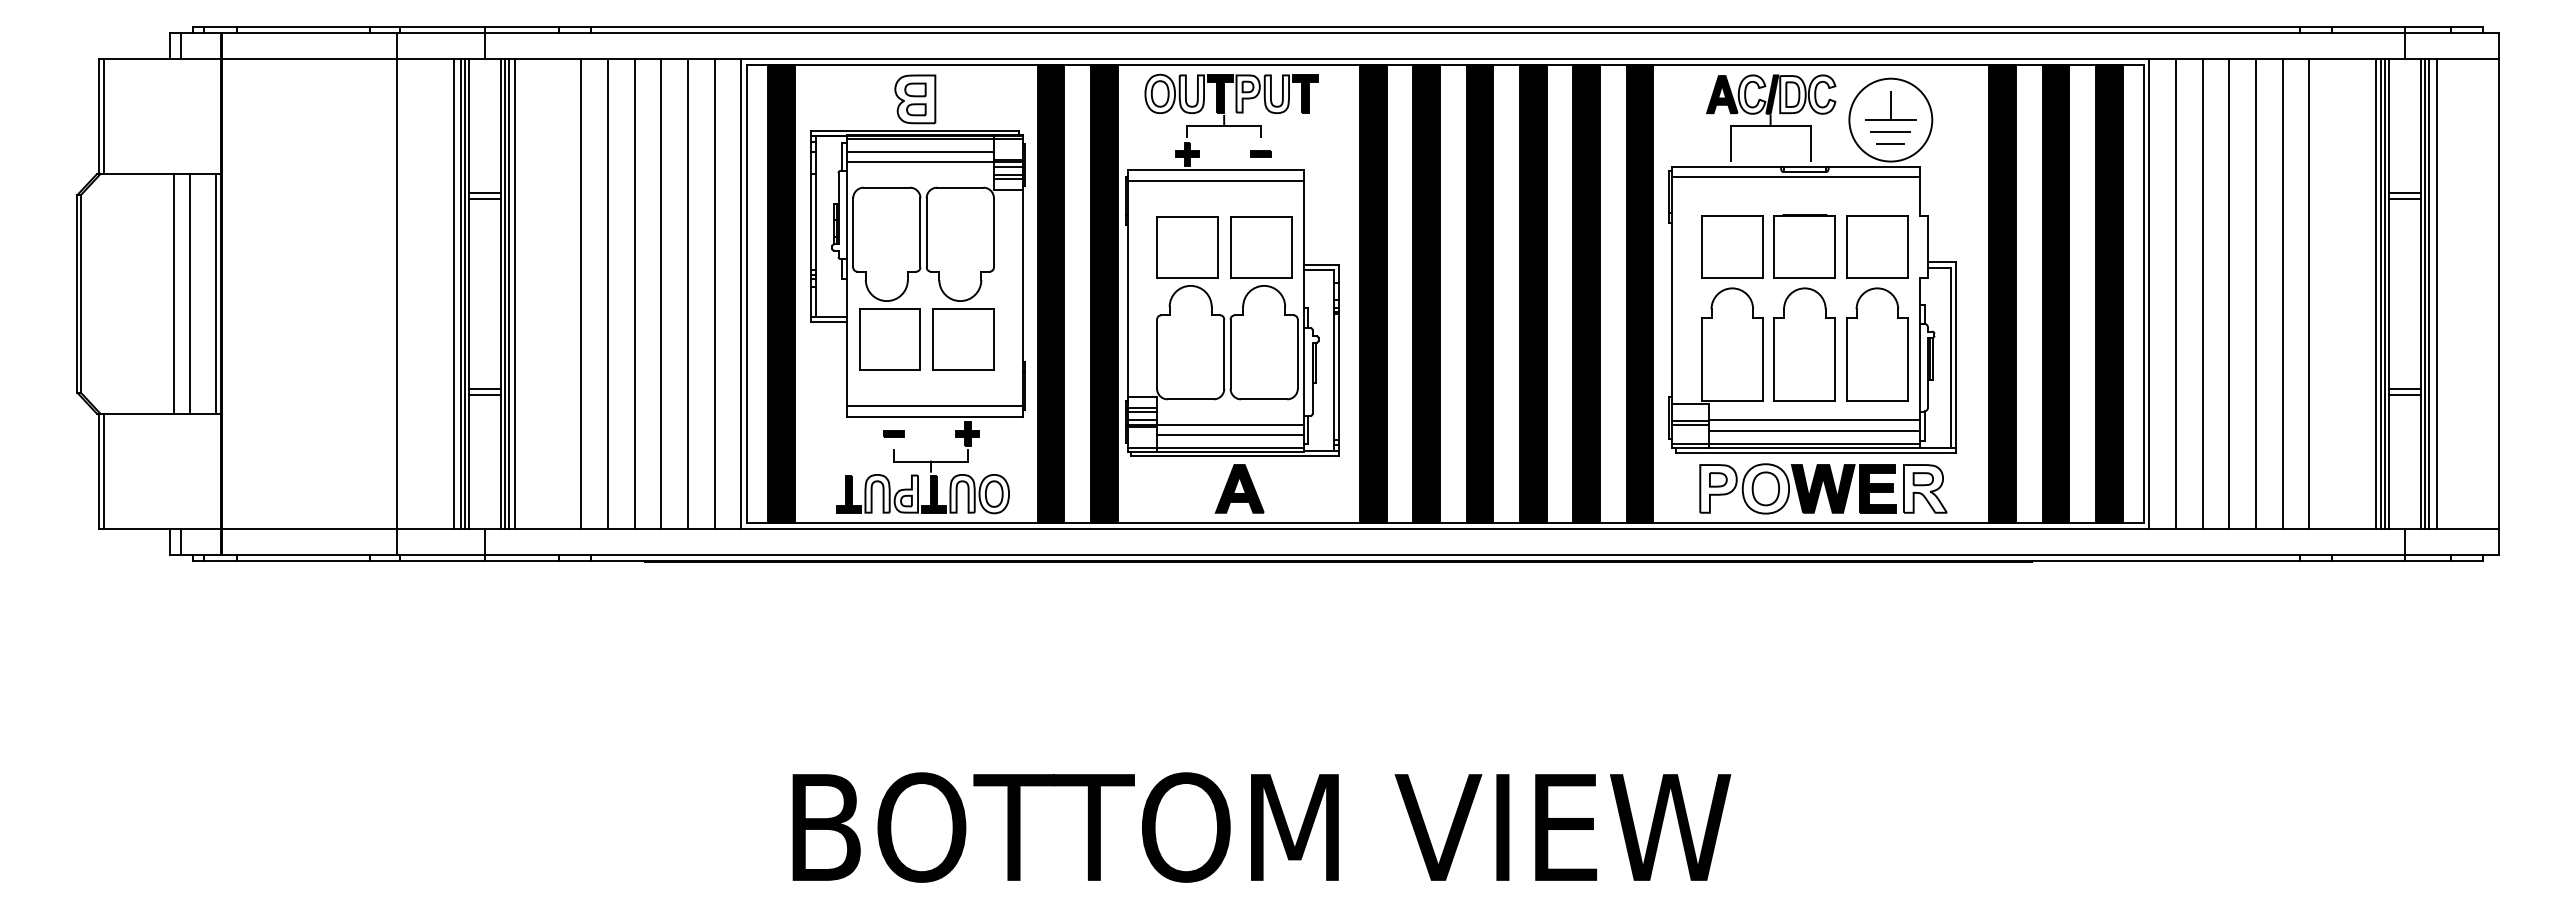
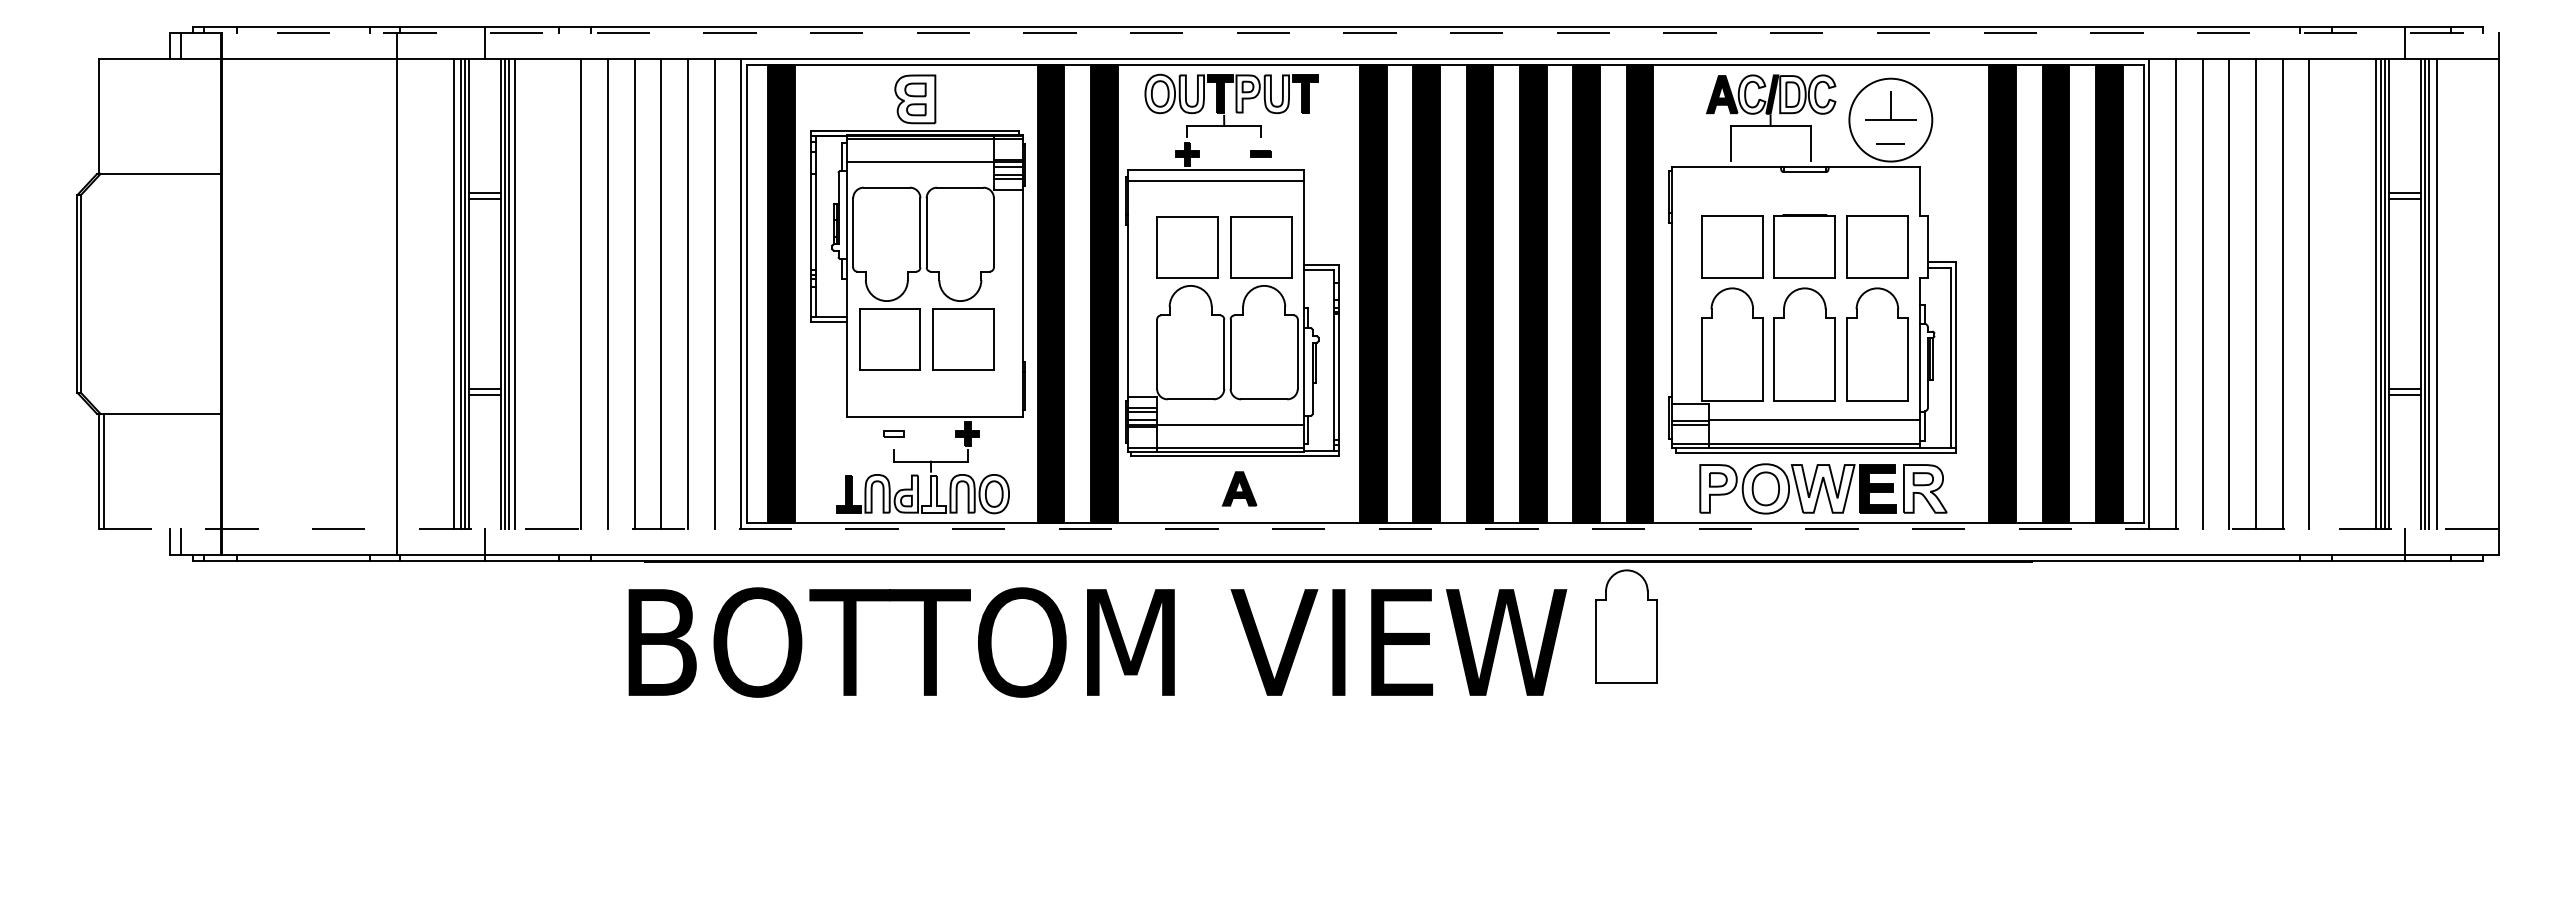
line at (1334, 32): solid -> dashed
line at (103, 116): present -> none
line at (1890, 131): present -> none
line at (919, 151): present -> none
line at (1795, 177): present -> none
line at (173, 293): present -> none
line at (190, 293): present -> none
line at (216, 293): present -> none
line at (934, 406): present -> none
line at (1814, 431): present -> none
fill at (893, 434): present -> none
line at (1230, 435): present -> none
part at (1239, 488) size: 51x50 px -> 37x36 px
fill at (1822, 488): present -> none
fill at (934, 493): present -> none
line at (1299, 528): solid -> dashed
part at (1626, 626): none -> present
text at (1261, 827) position: (1261, 827) -> (1097, 642)
